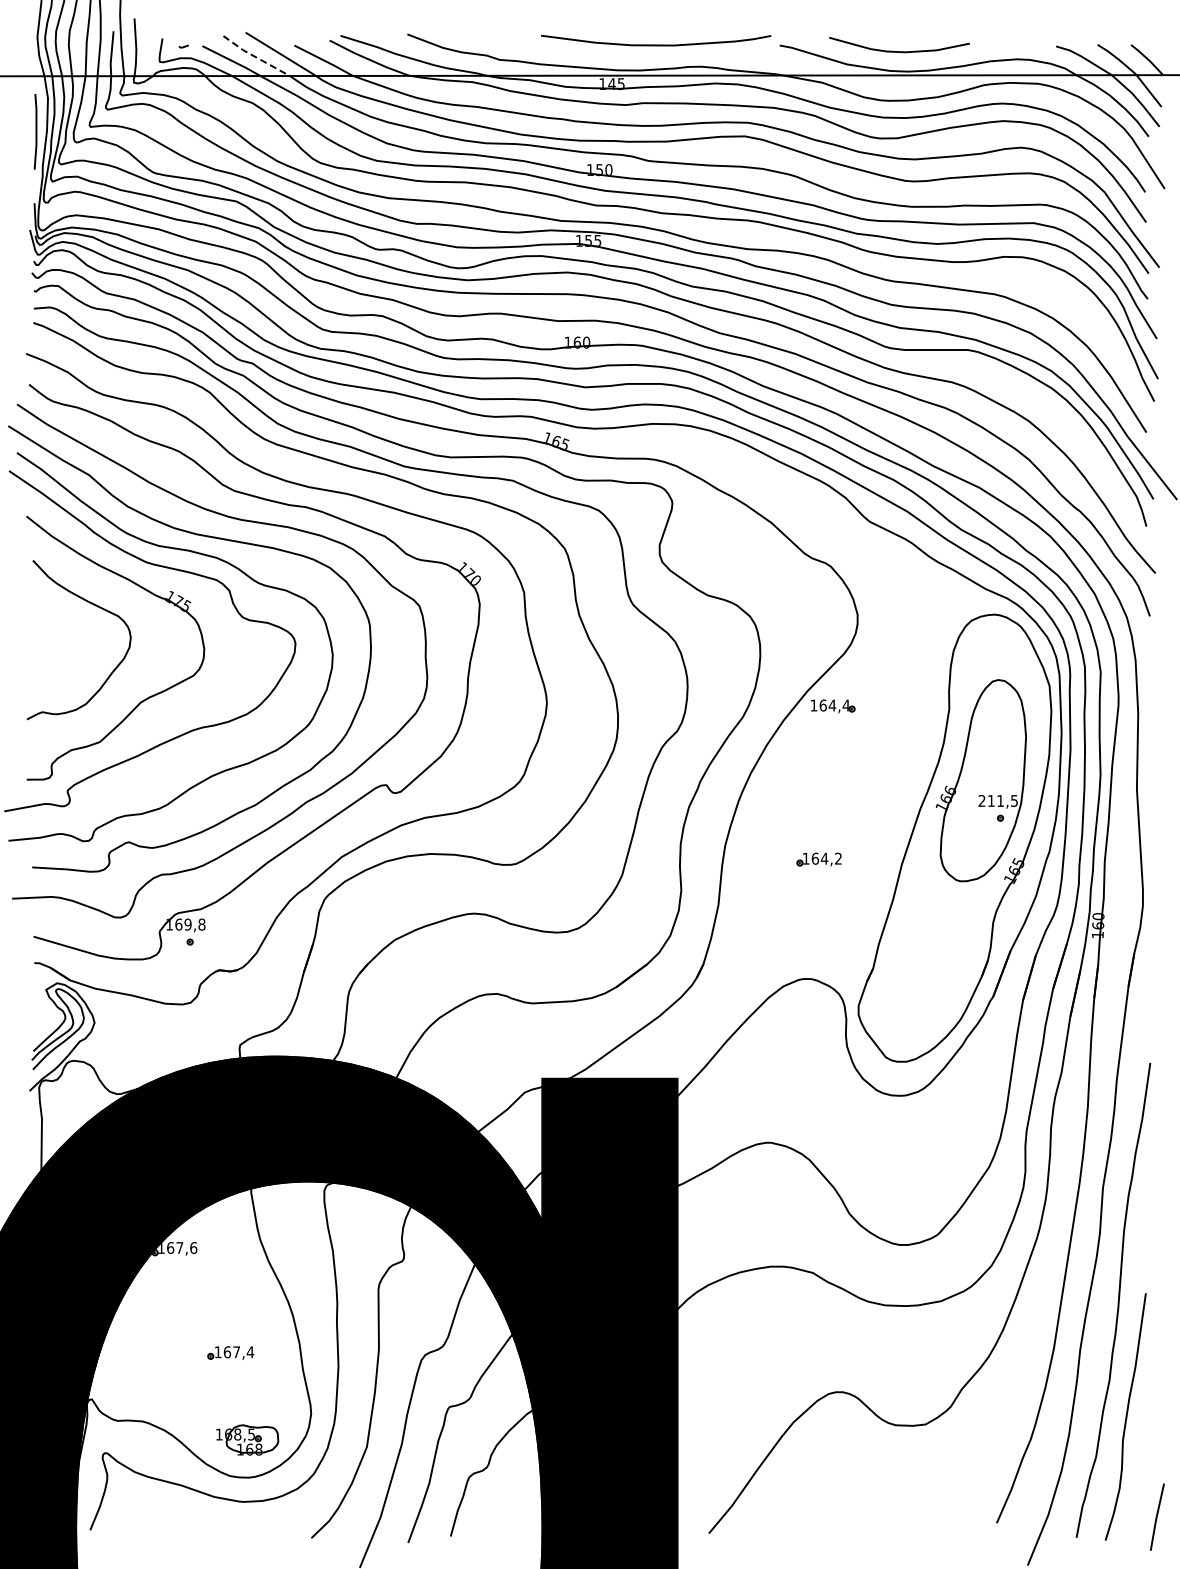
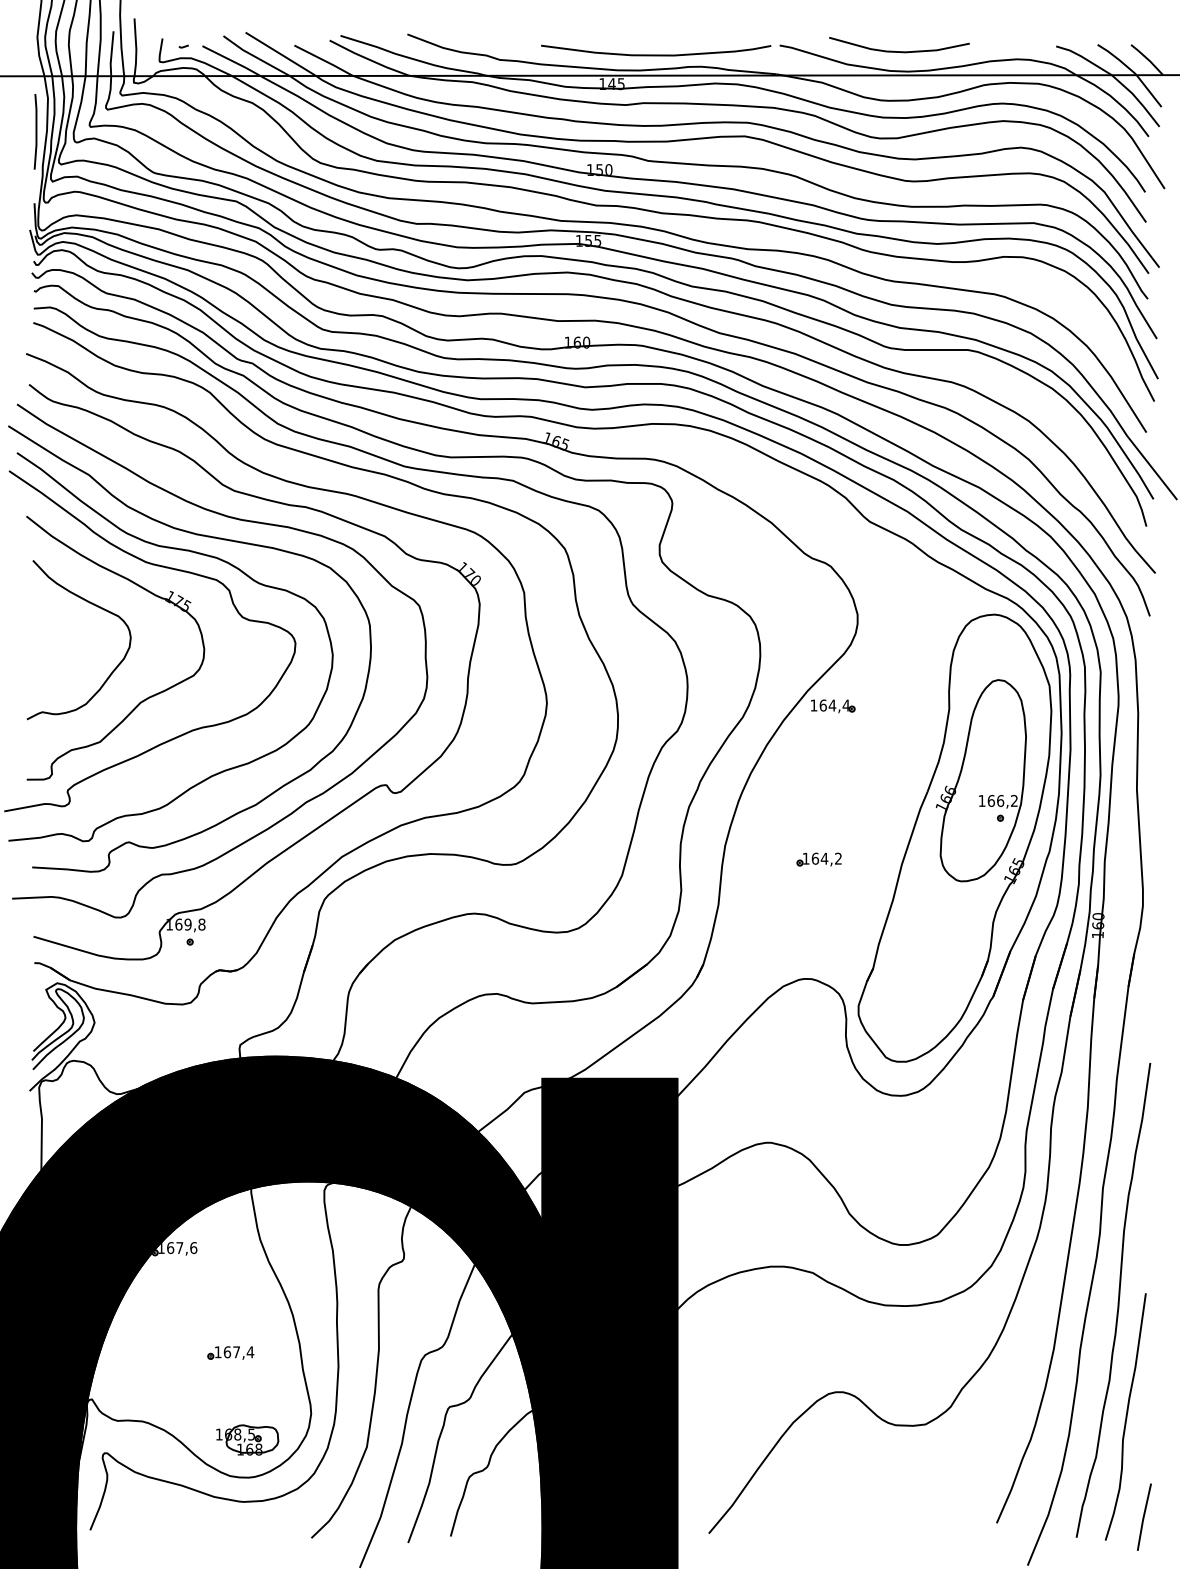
curve at (656, 44) position: (656, 44) -> (656, 54)
line at (255, 57): dashed -> solid
text at (997, 800): 211,5 -> 166,2
line at (1157, 1516) position: (1157, 1516) -> (1144, 1516)
